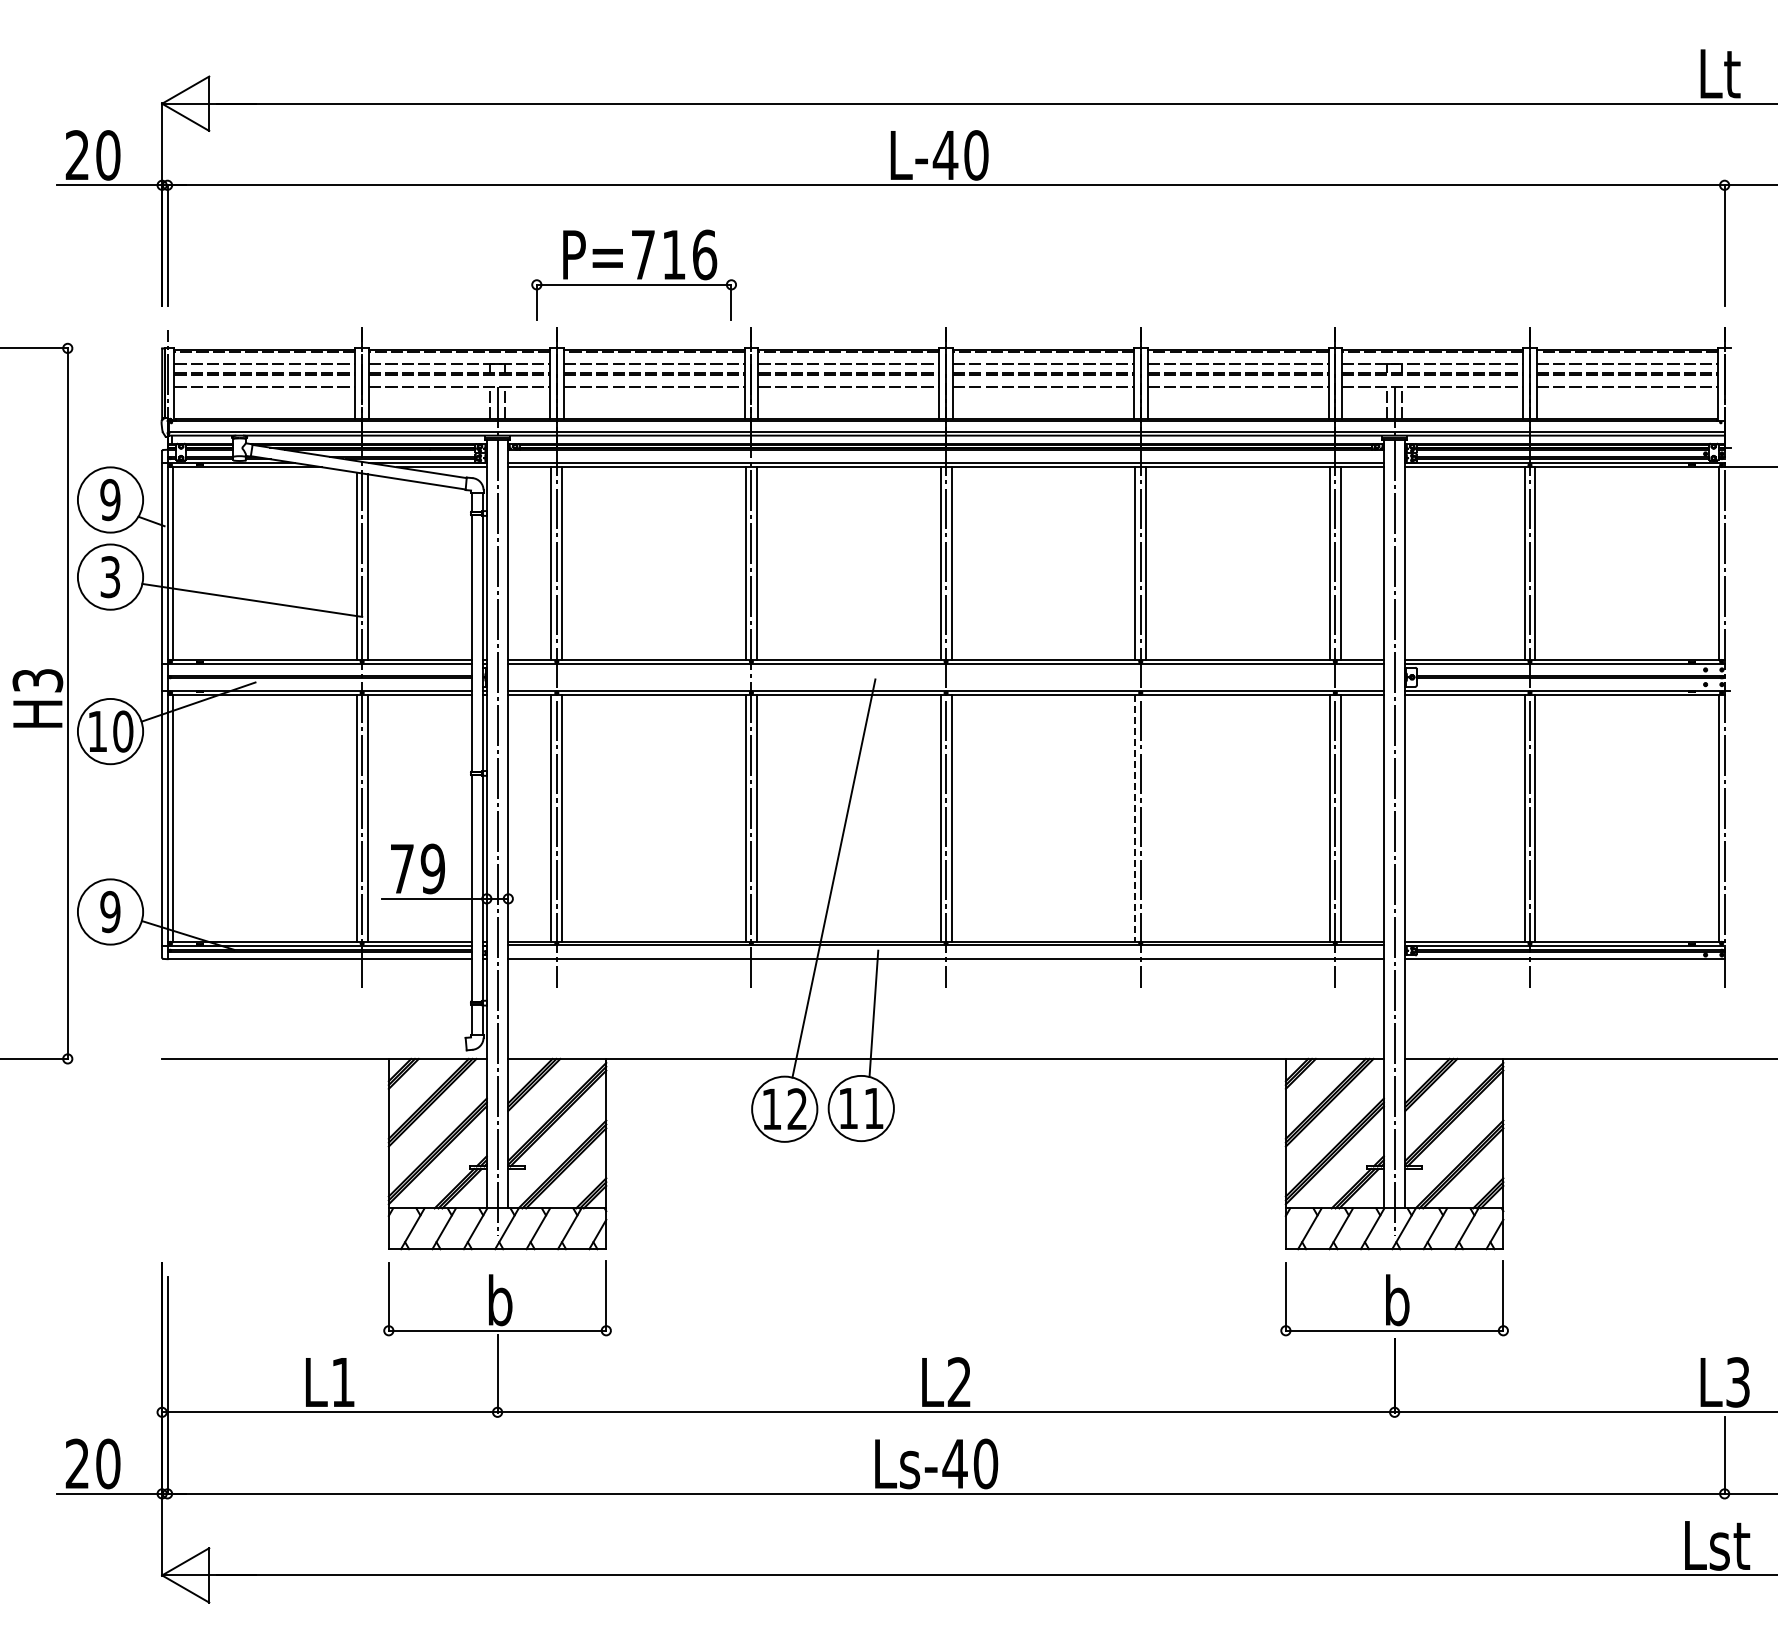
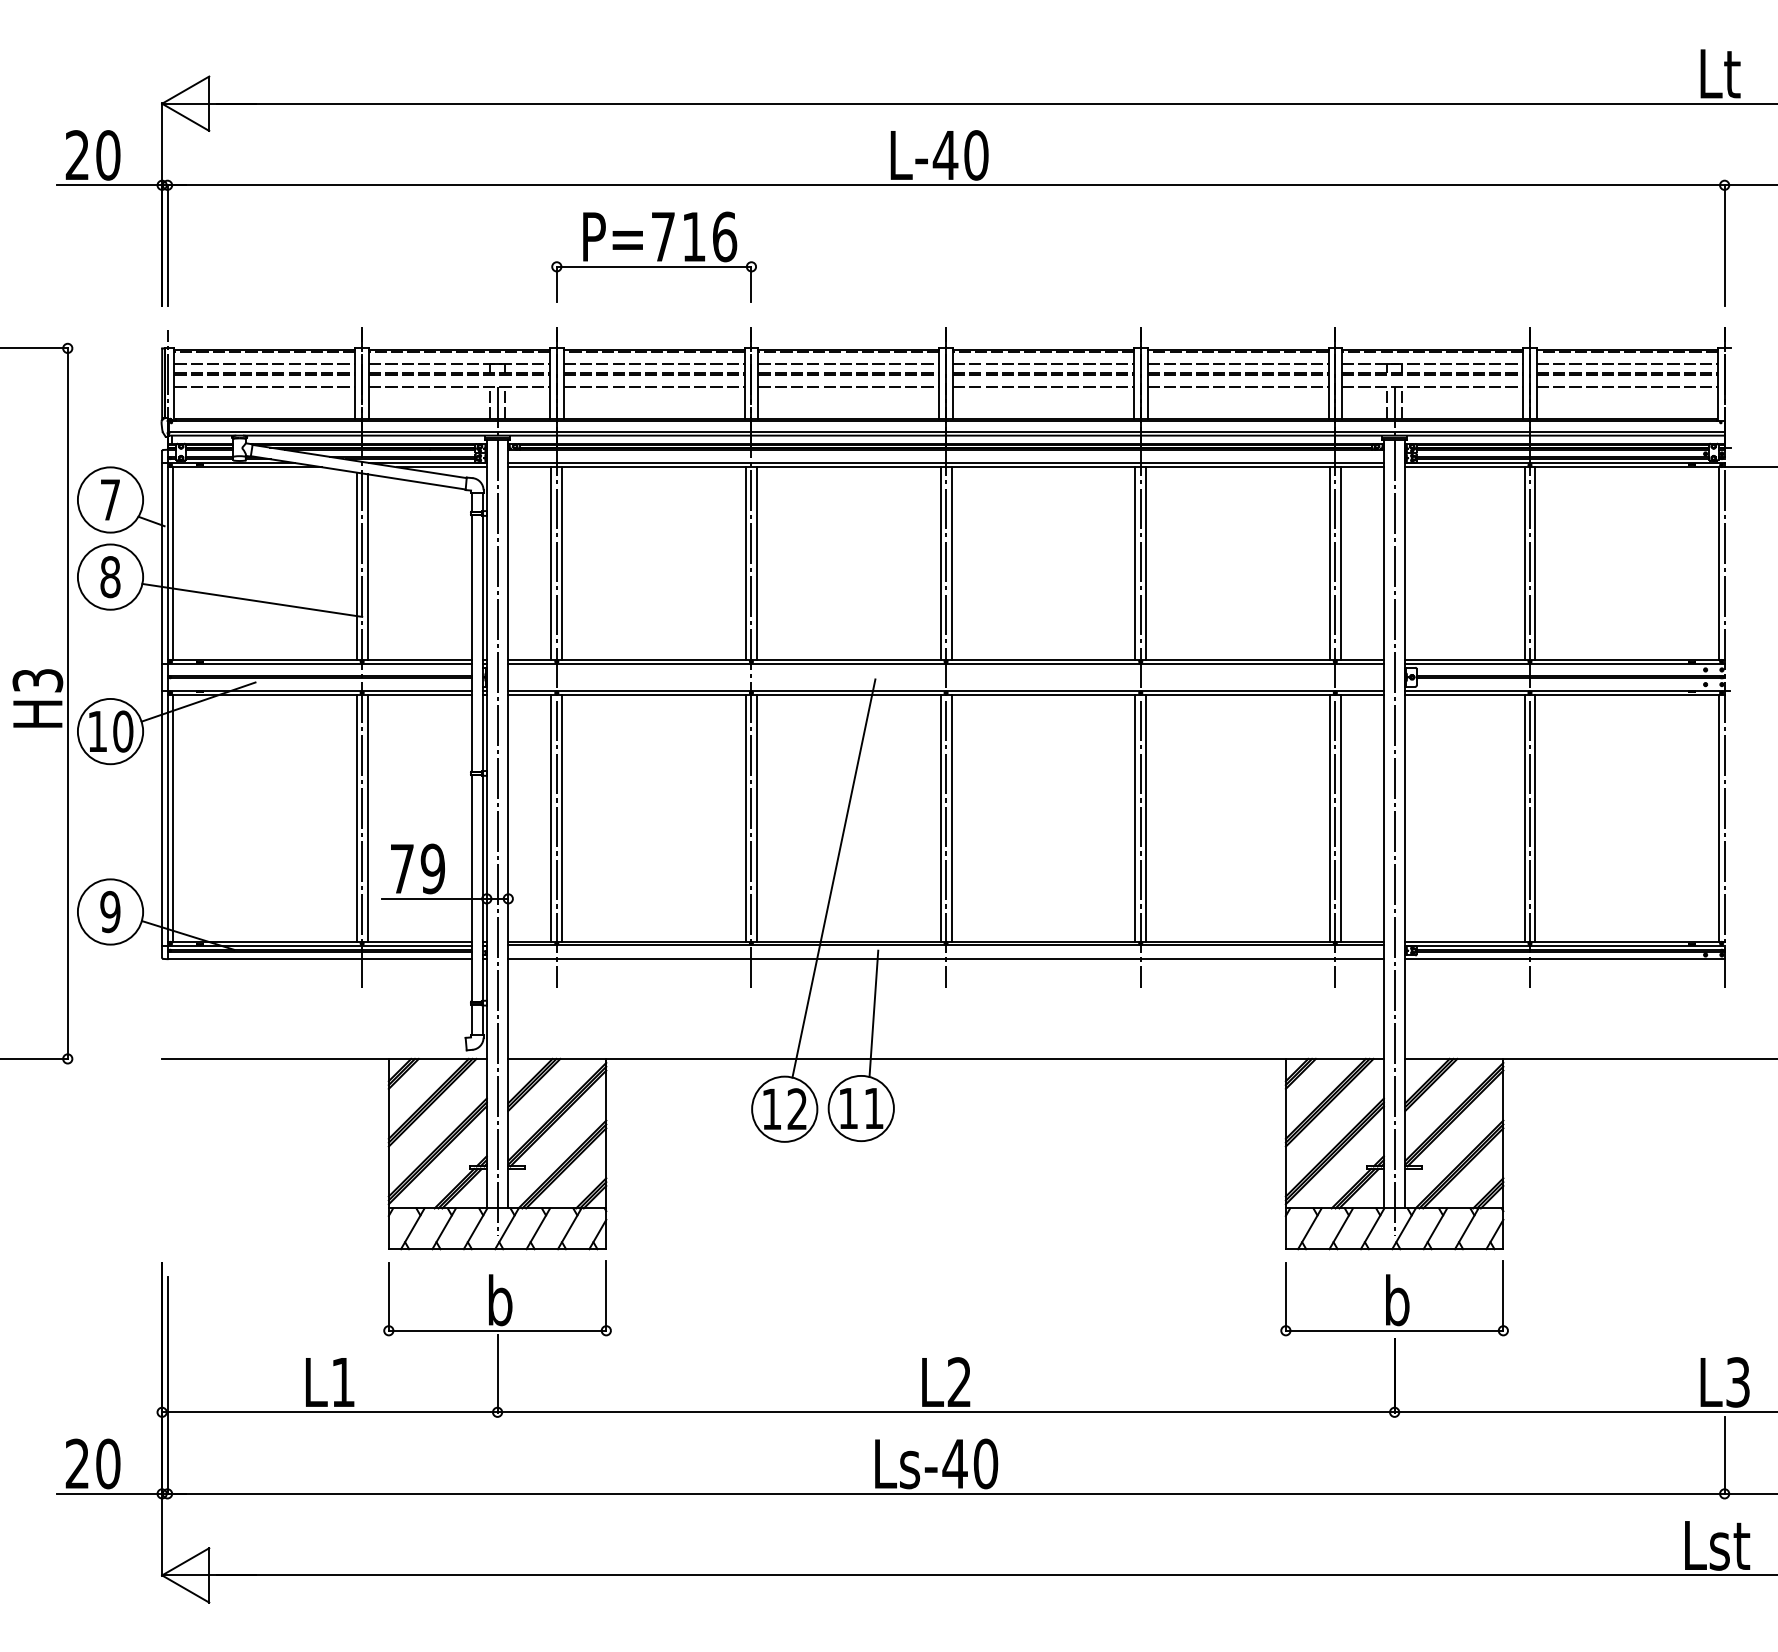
part at (633, 274) position: (633, 274) -> (653, 256)
text at (110, 500): 9 -> 7
text at (110, 577): 3 -> 8
line at (1146, 817): none -> present
line at (1135, 818): dashed -> solid
